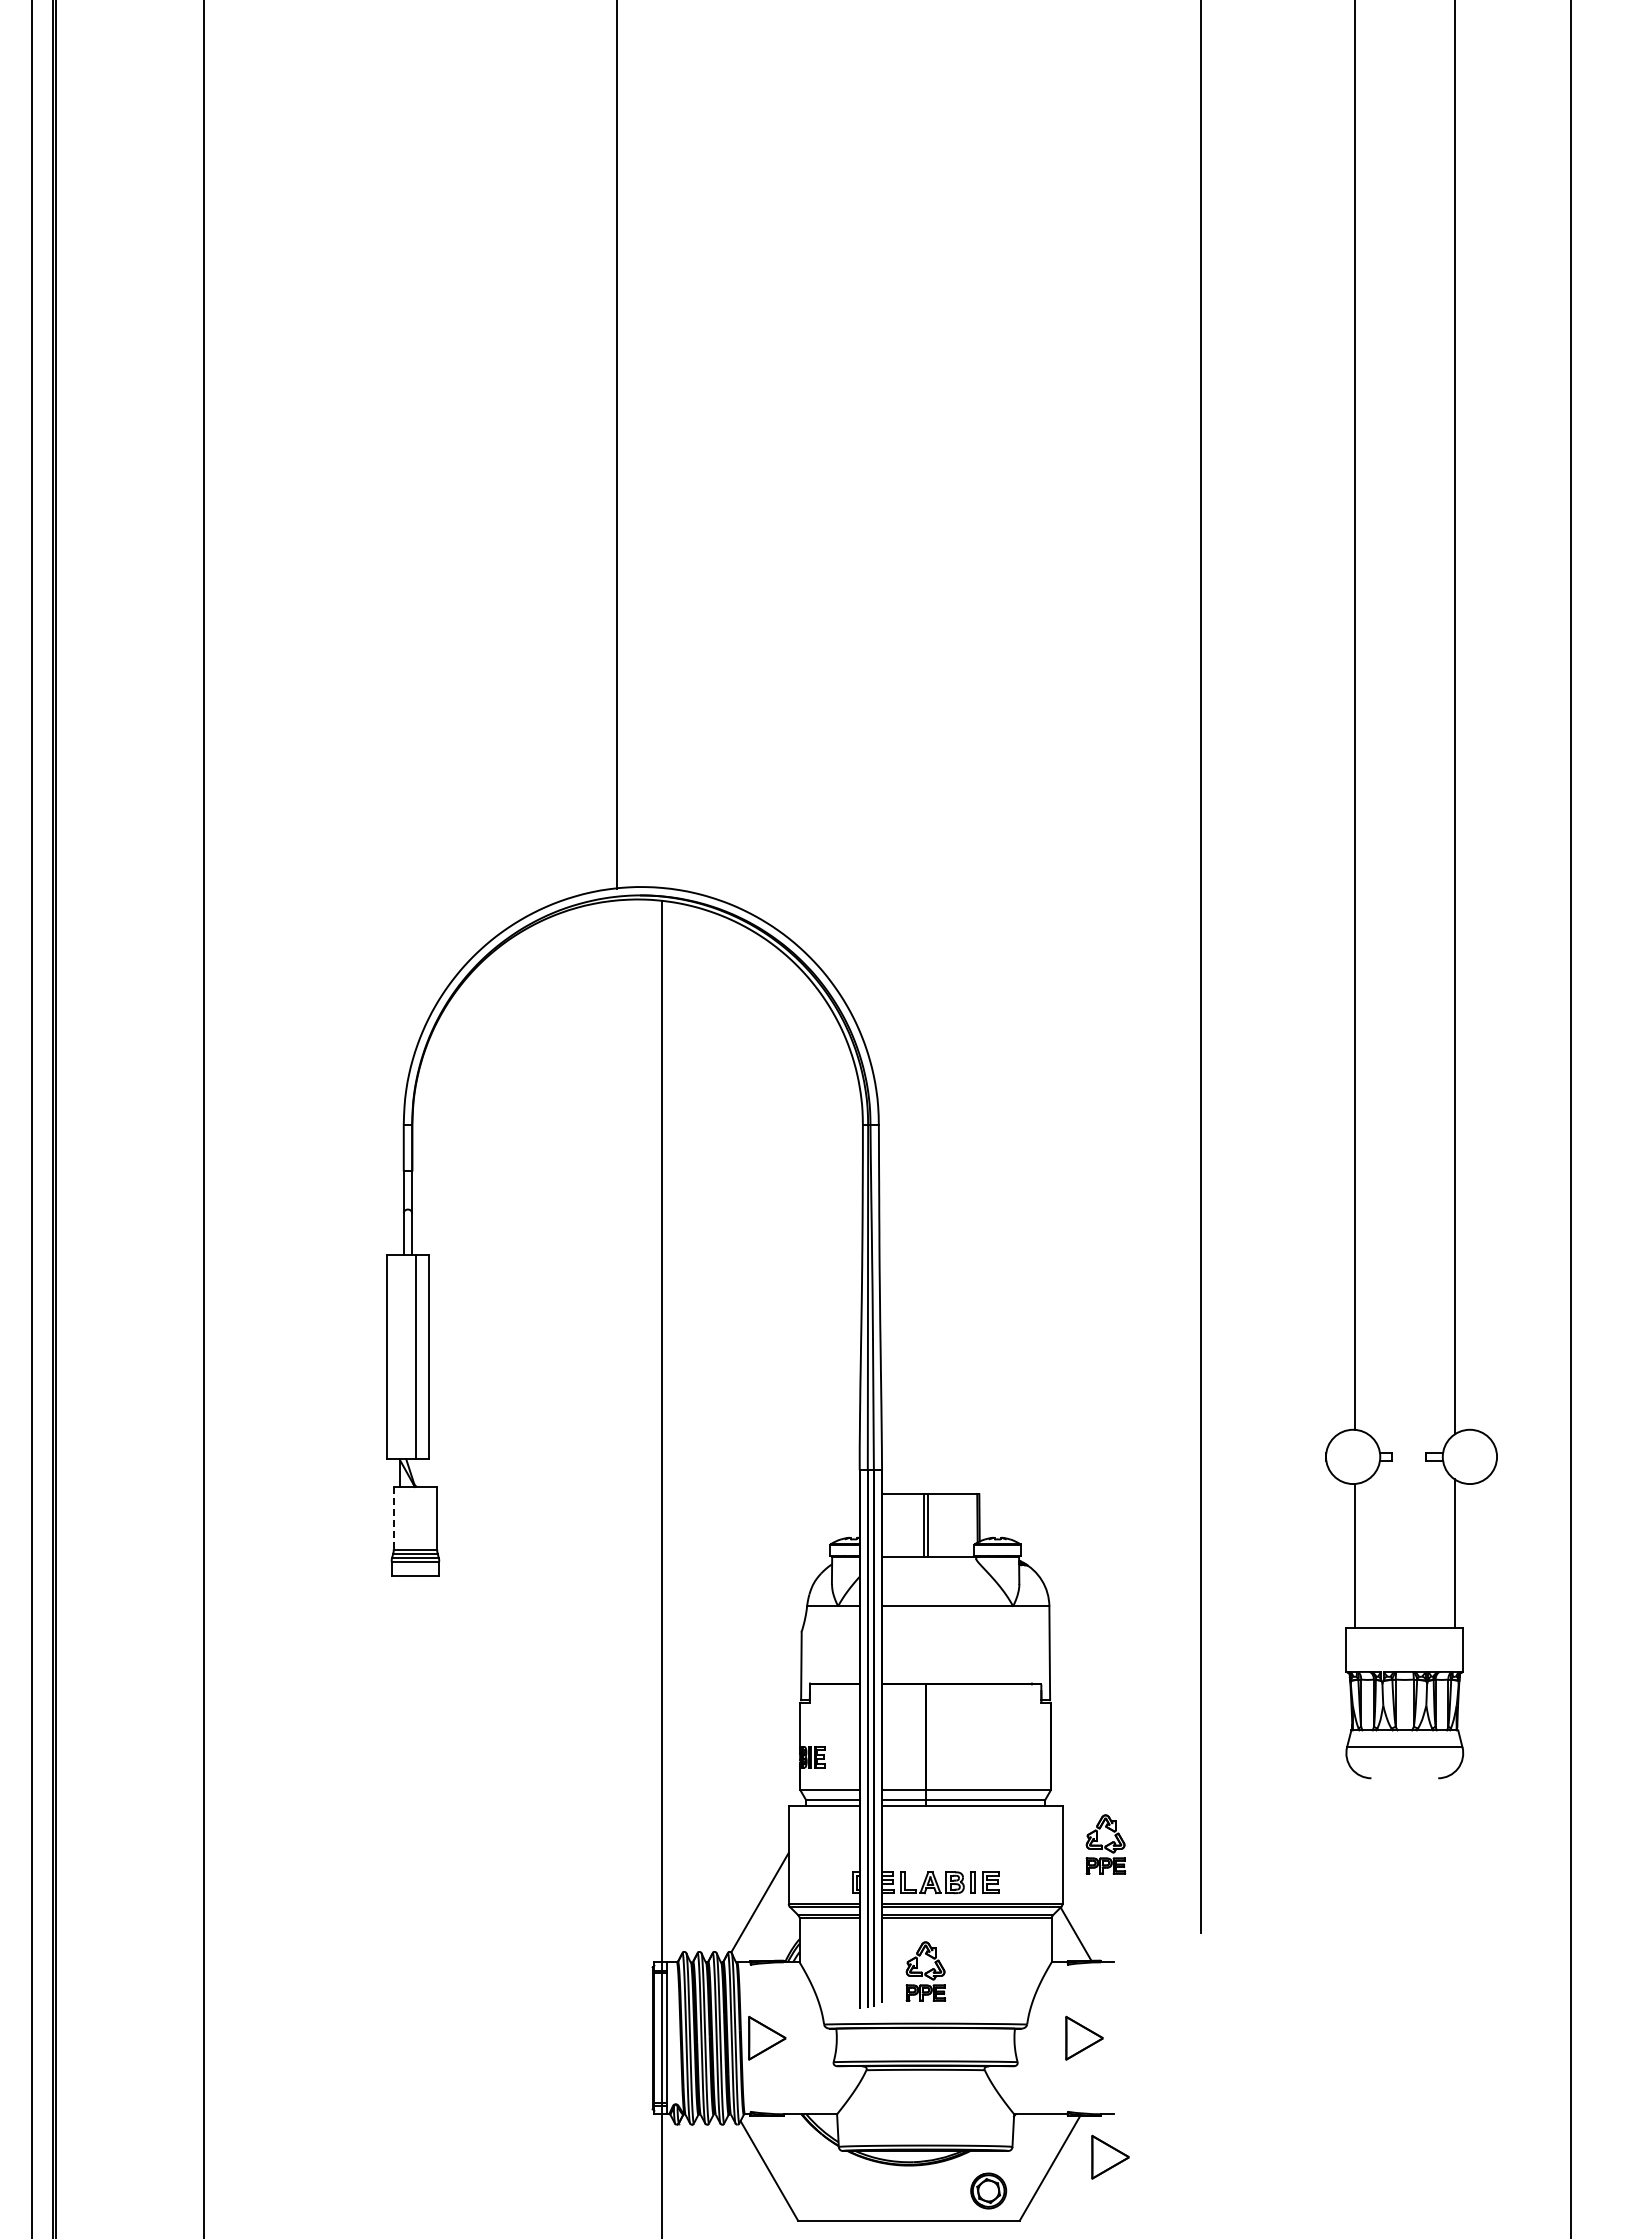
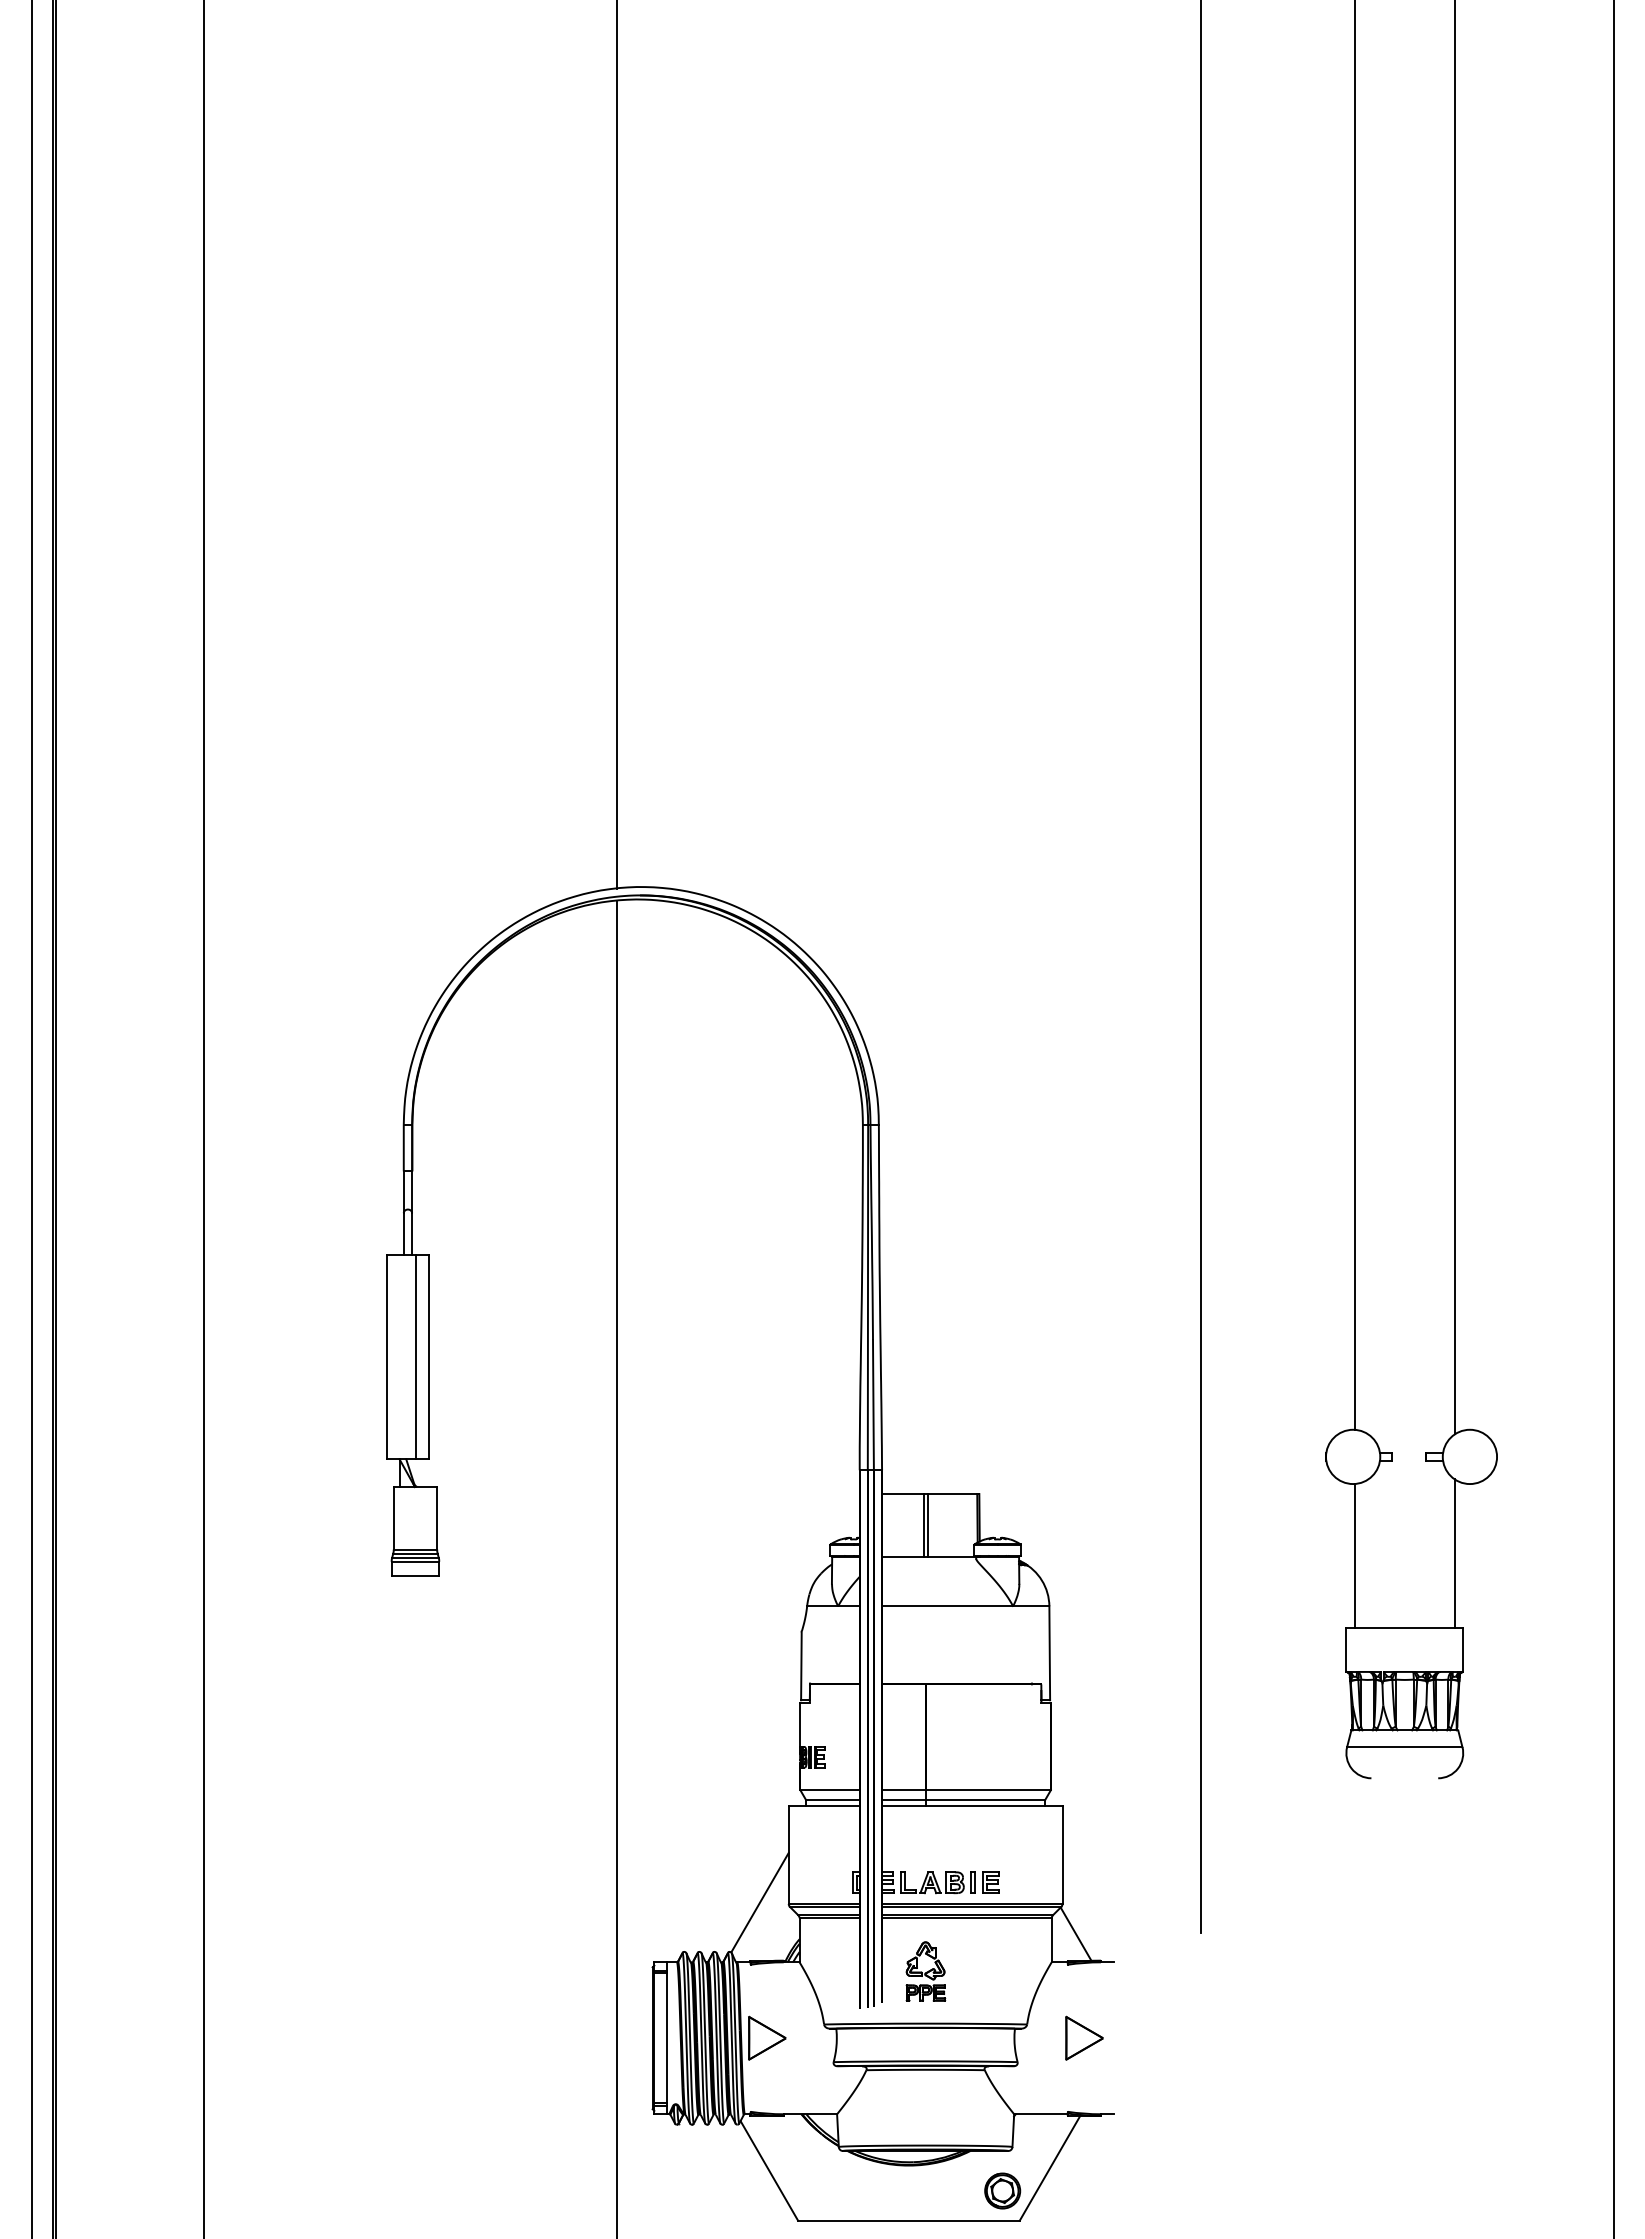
line at (1571, 1118) position: (1571, 1118) -> (1614, 1118)
line at (393, 1518): dashed -> solid
line at (661, 1567) position: (661, 1567) -> (616, 1567)
part at (1105, 1844): present -> none
part at (1110, 2156): present -> none
part at (988, 2190) position: (988, 2190) -> (1002, 2190)
